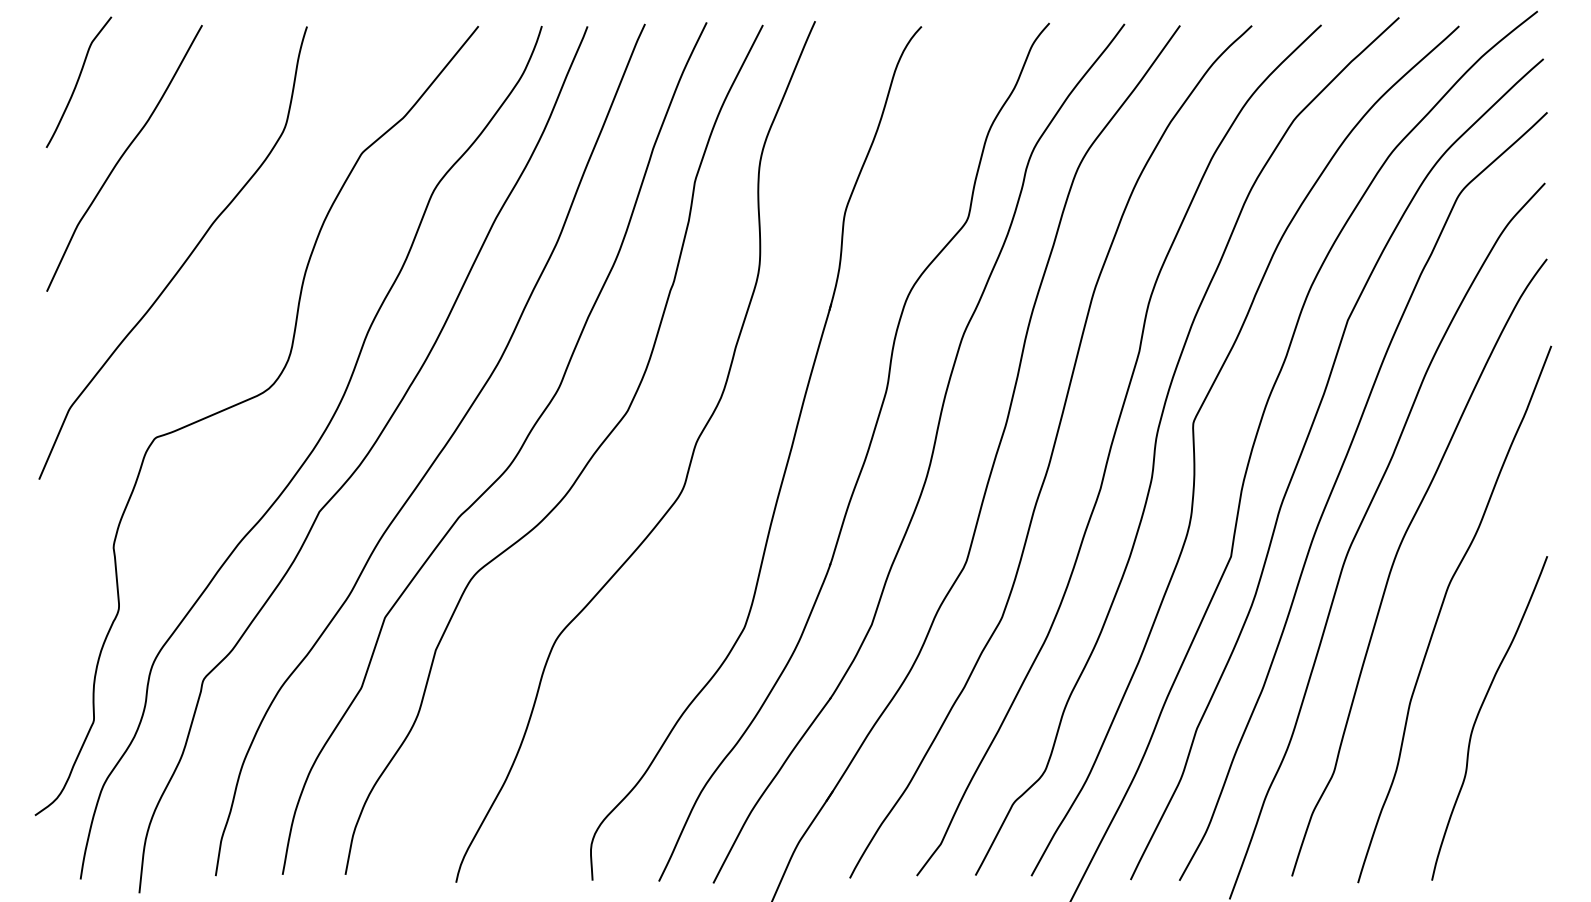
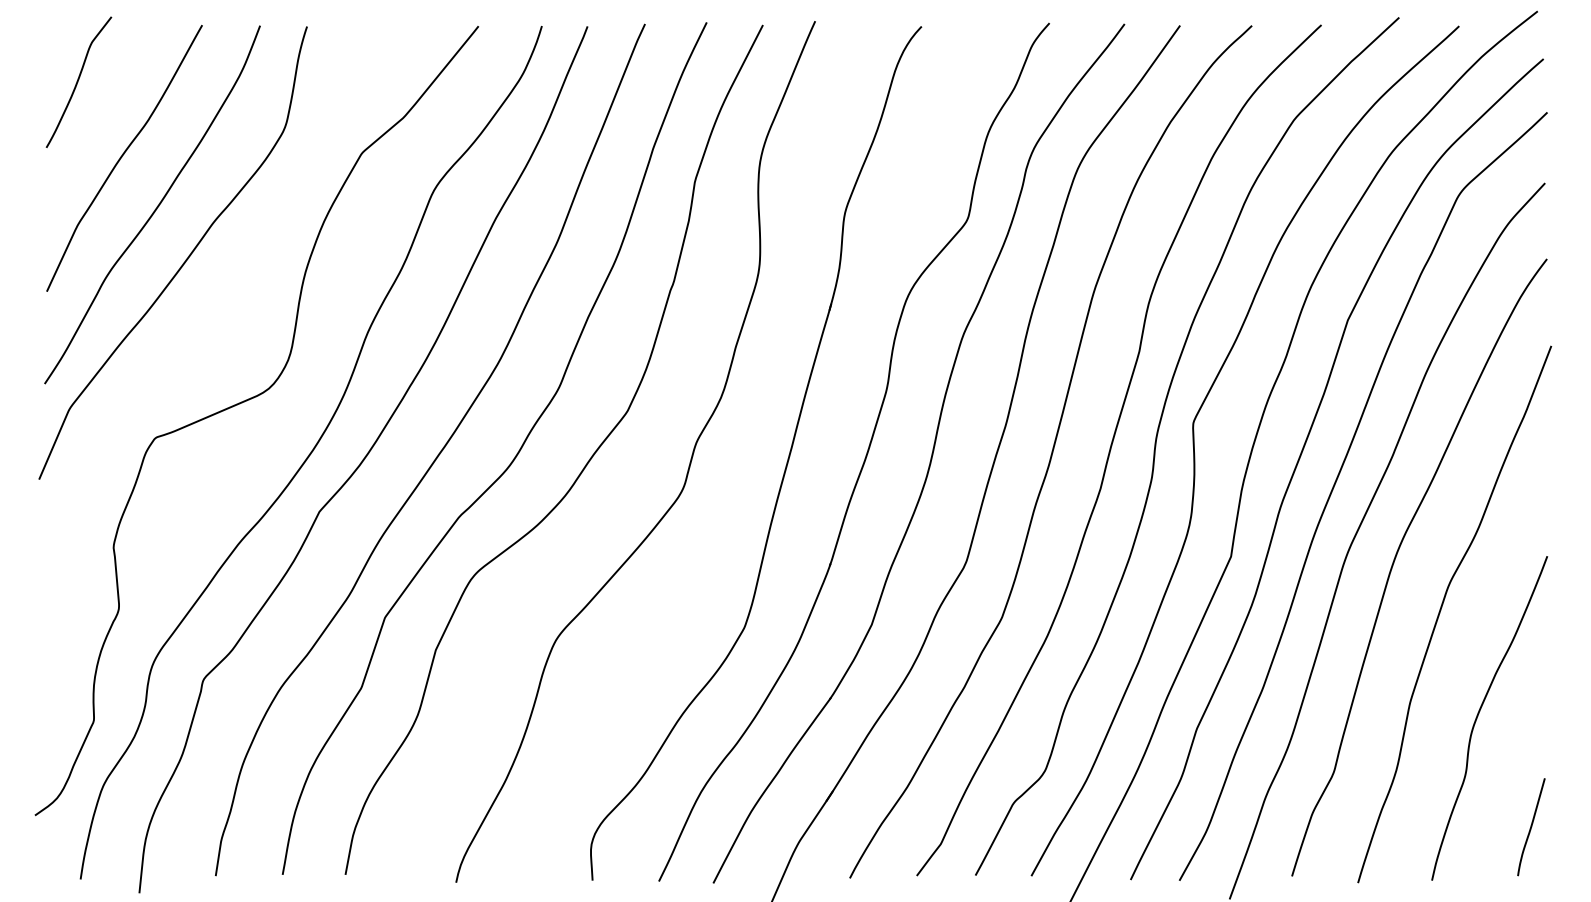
curve at (156, 206): none -> present
curve at (1531, 827): none -> present
